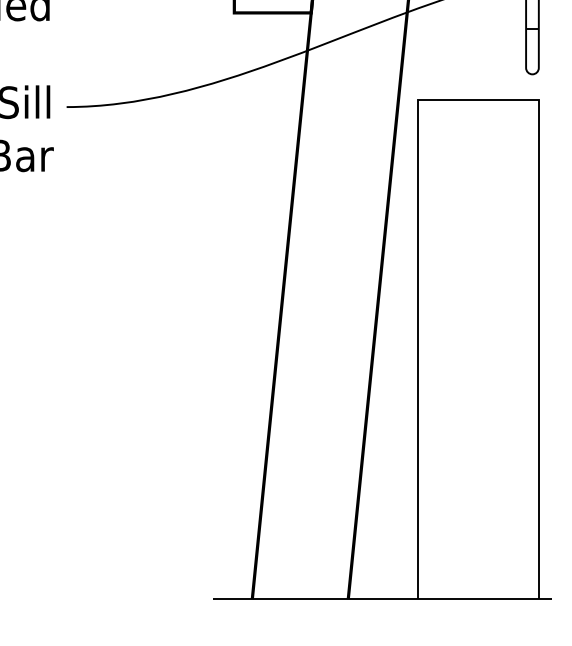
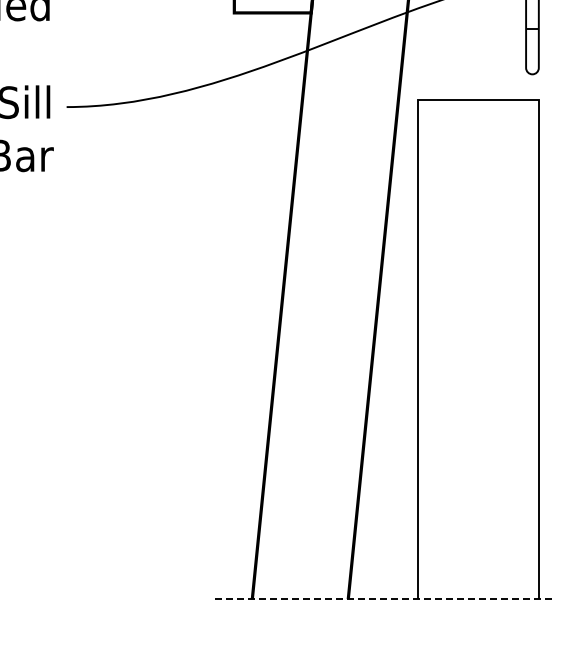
line at (381, 599): solid -> dashed
